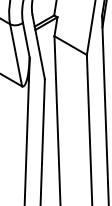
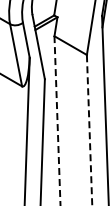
line at (57, 120): solid -> dashed
line at (89, 129): solid -> dashed
